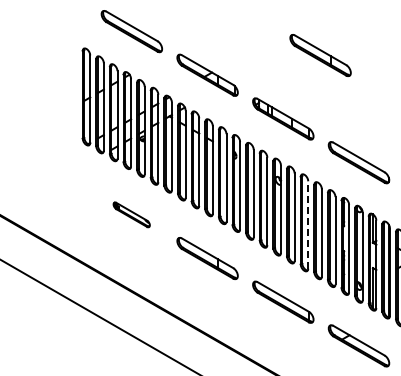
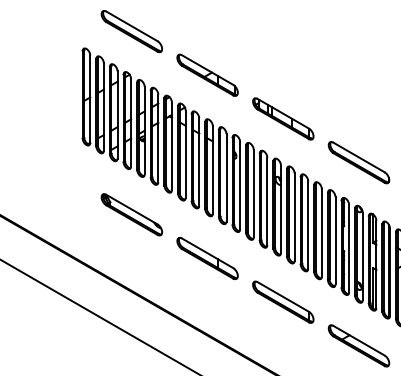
part at (320, 55): present -> none
part at (131, 214) size: 39x28 px -> 63x44 px
line at (308, 225): dashed -> solid
